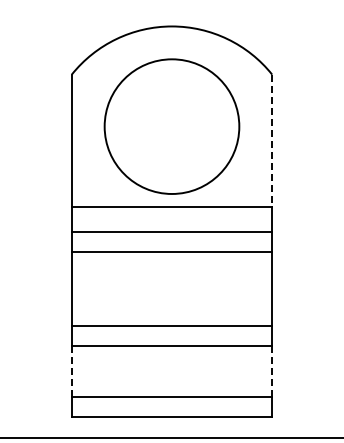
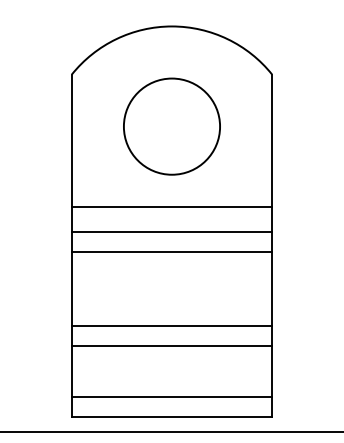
circle at (171, 126) diameter: 135 px -> 96 px
line at (272, 141): dashed -> solid
line at (71, 371): dashed -> solid
line at (272, 371): dashed -> solid
line at (171, 437) position: (171, 437) -> (171, 431)
